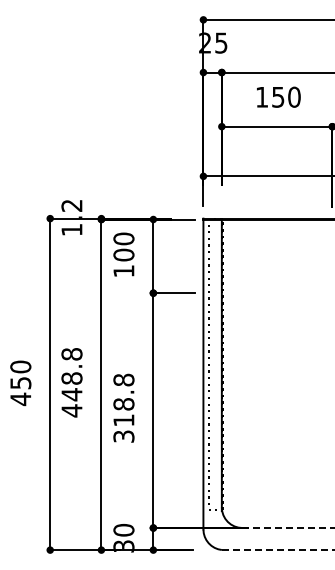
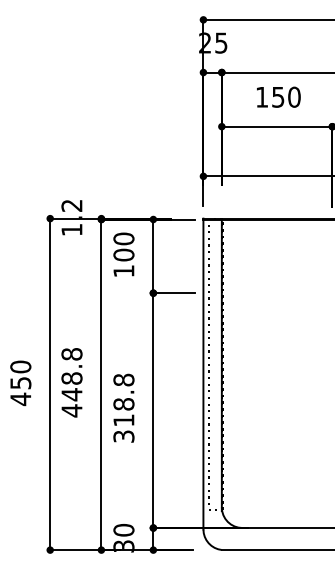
line at (288, 528): dashed -> solid
line at (278, 550): dashed -> solid
